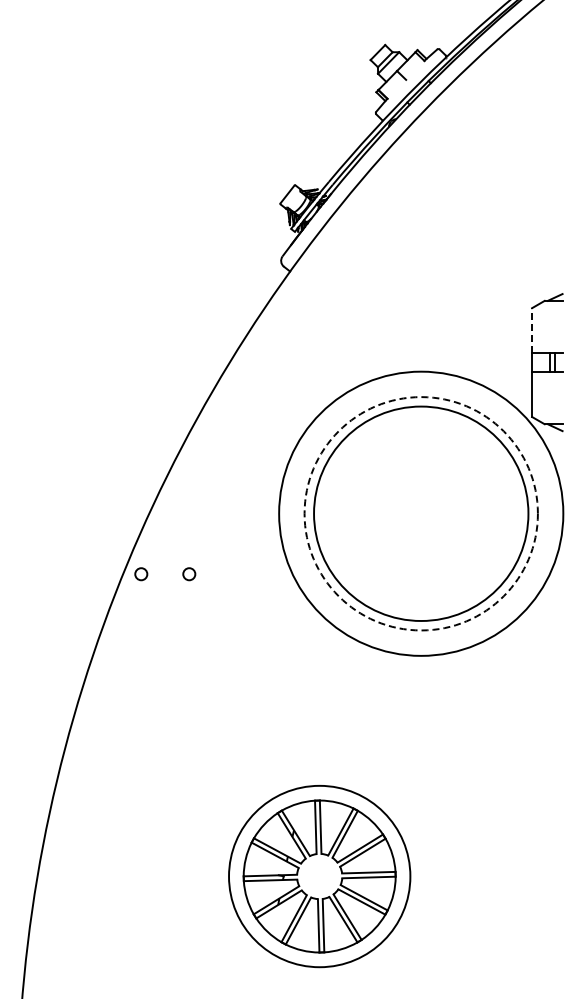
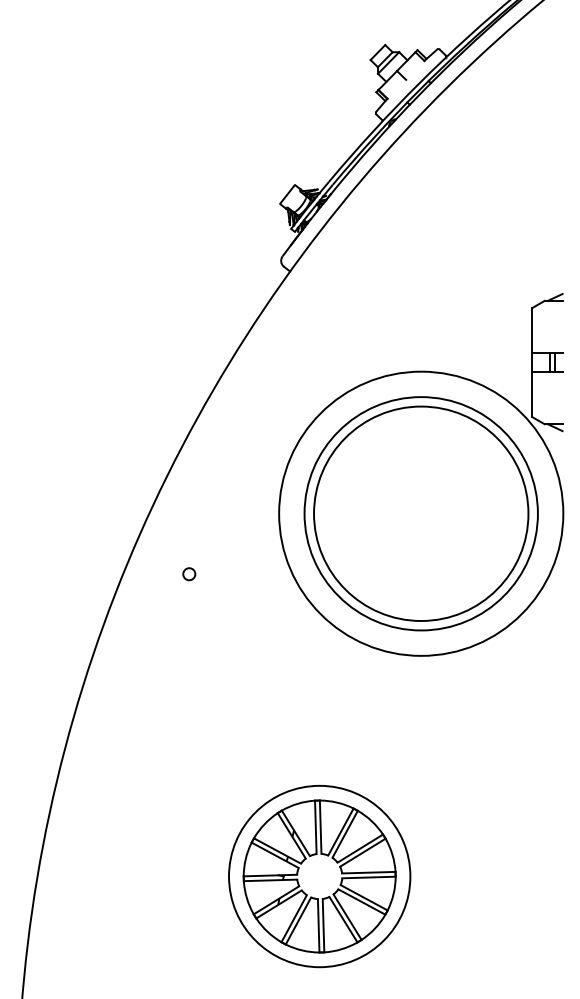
line at (532, 330): dashed -> solid
circle at (420, 513): dashed -> solid
circle at (141, 574): present -> none
